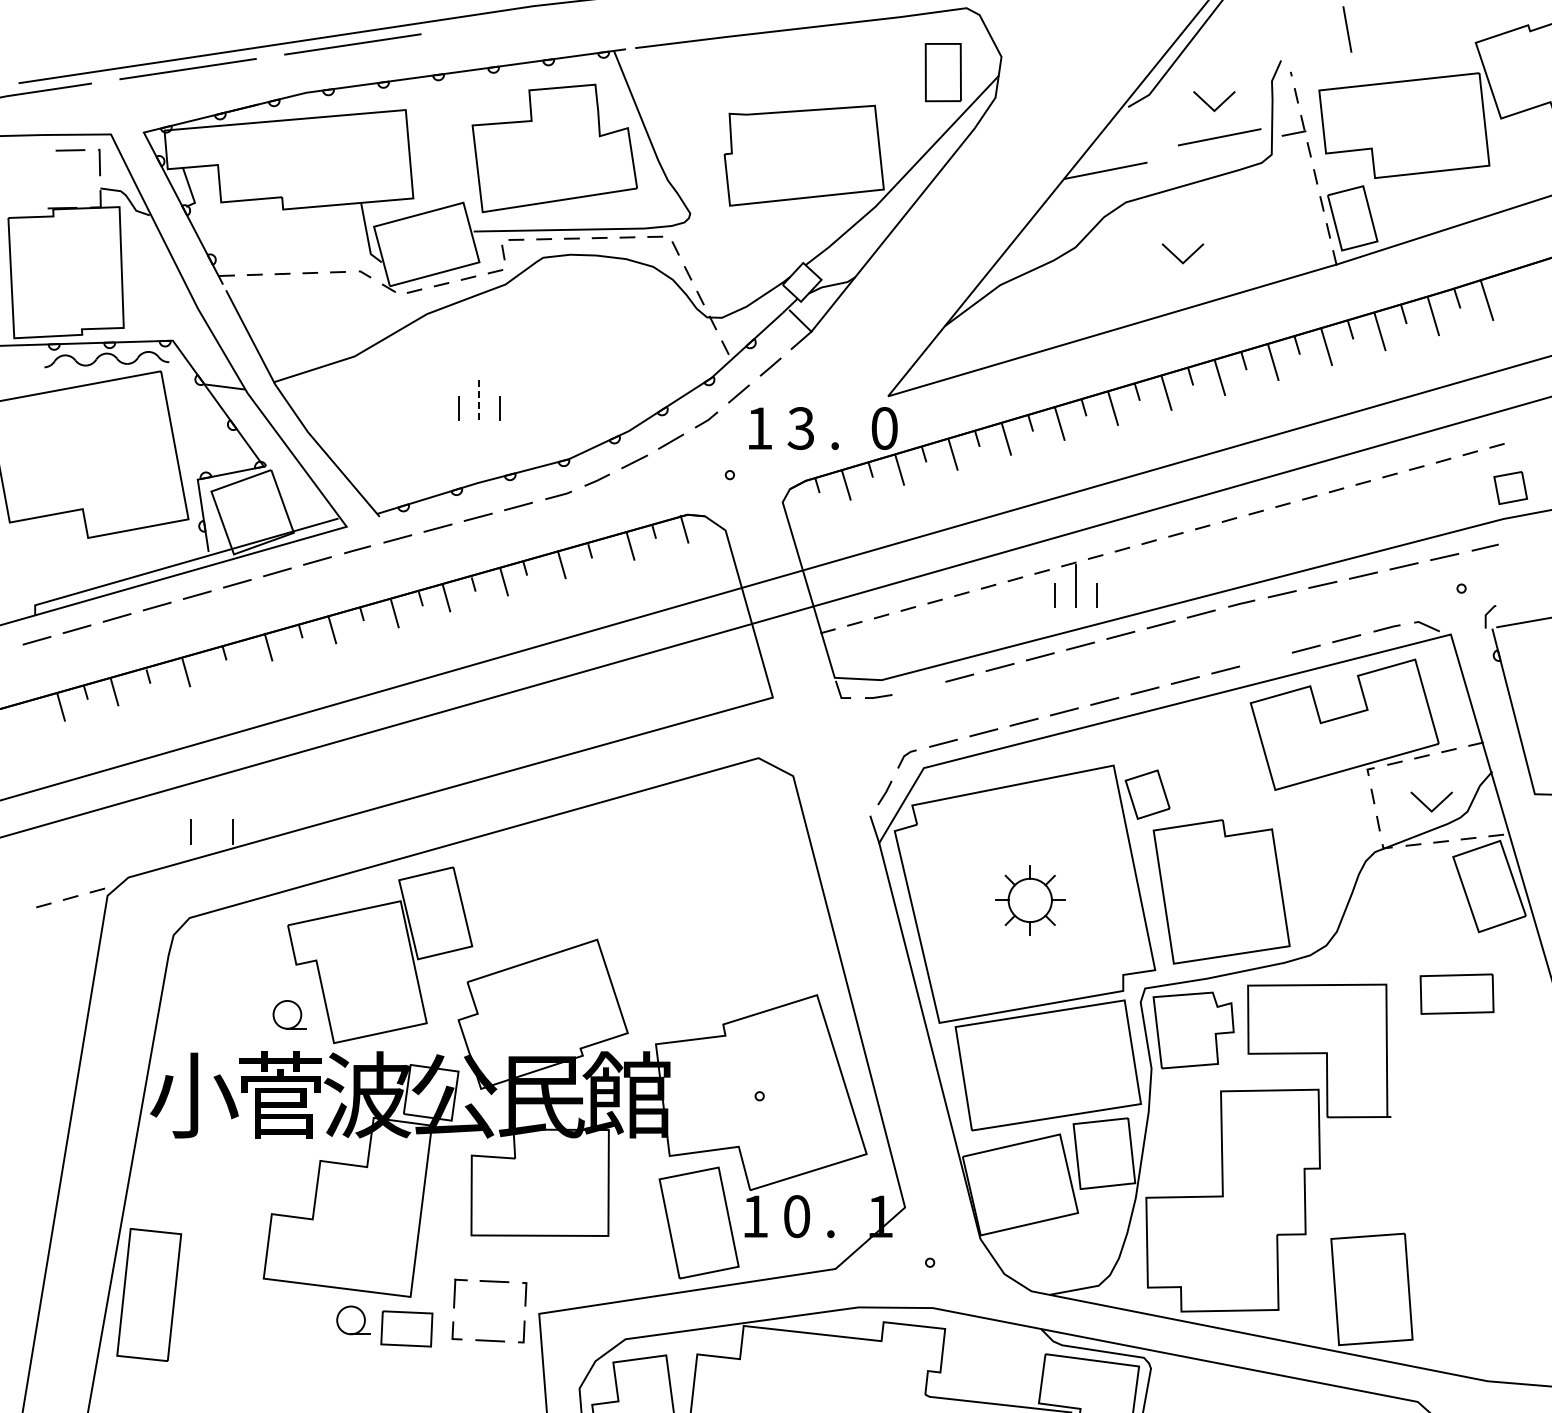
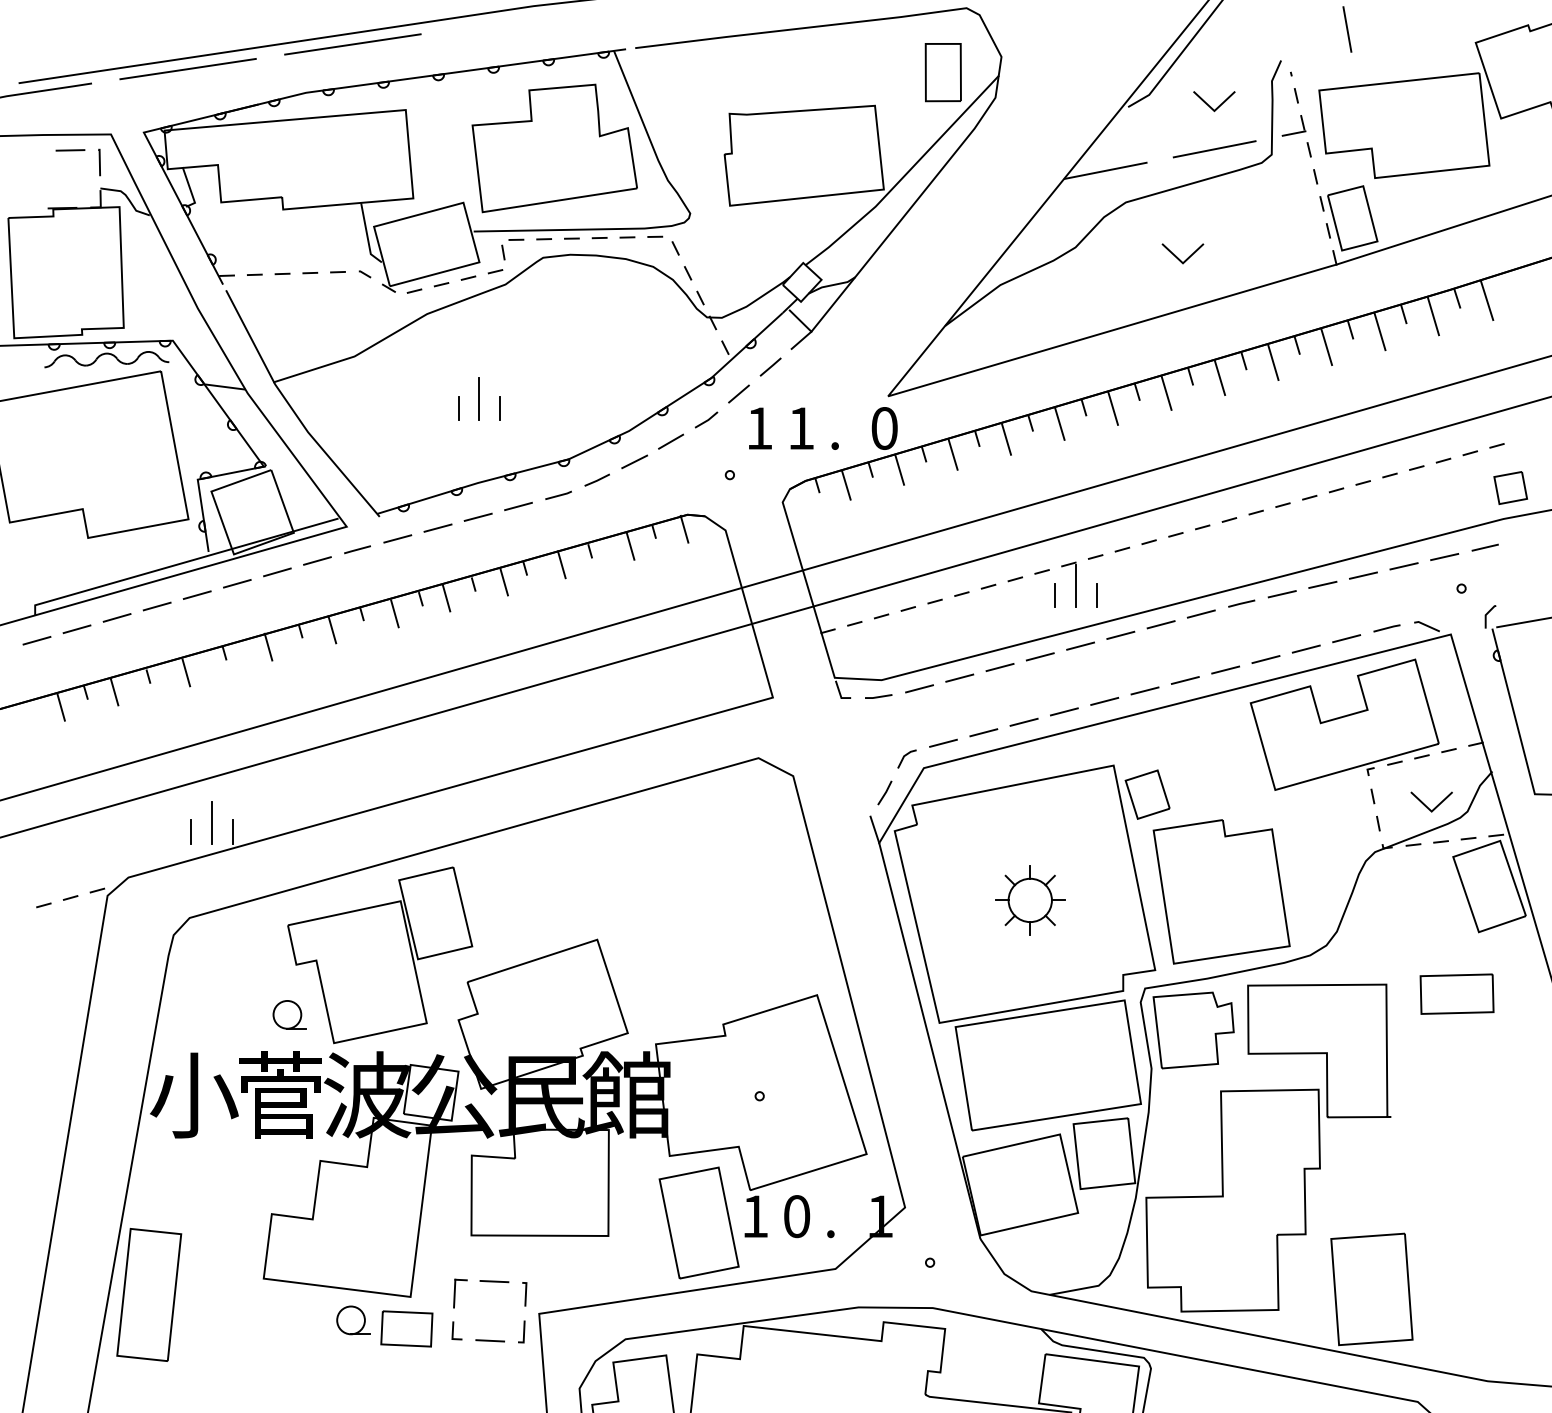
line at (1219, 137) position: (1219, 137) -> (1214, 149)
line at (479, 399): dashed -> solid
text at (800, 428): 3 -> 1
line at (1265, 659): none -> present
line at (919, 688): none -> present
line at (212, 822): none -> present
